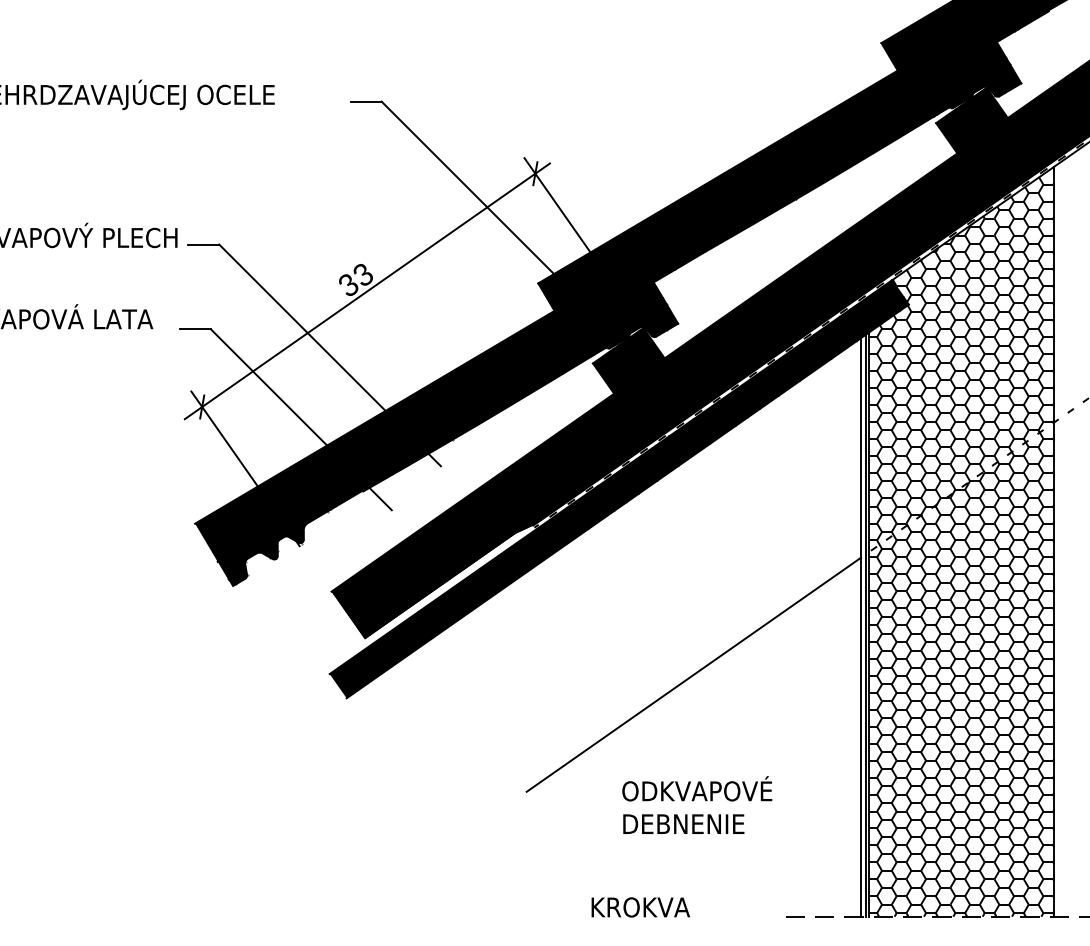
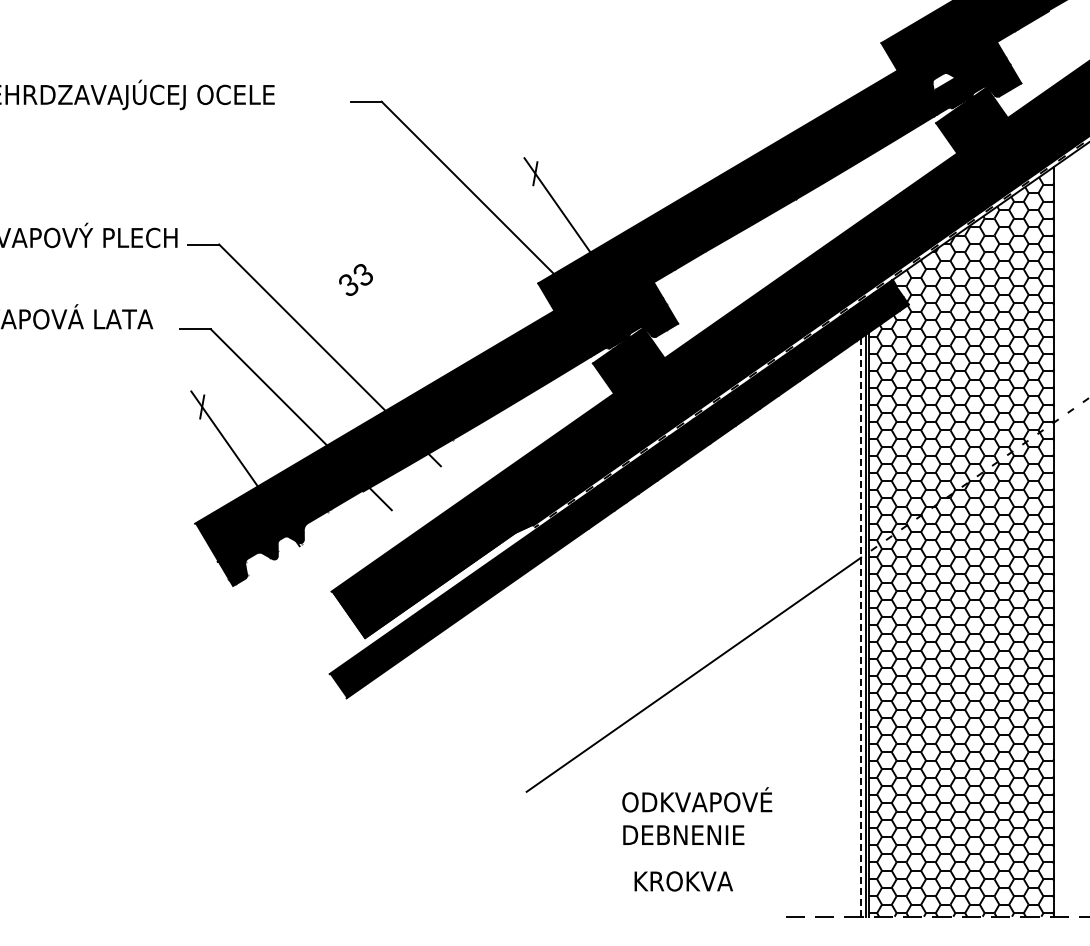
fill at (945, 82): present -> none
line at (366, 291): present -> none
line at (860, 627): solid -> dashed
text at (697, 804) position: (697, 804) -> (697, 815)
text at (640, 907) position: (640, 907) -> (683, 881)
